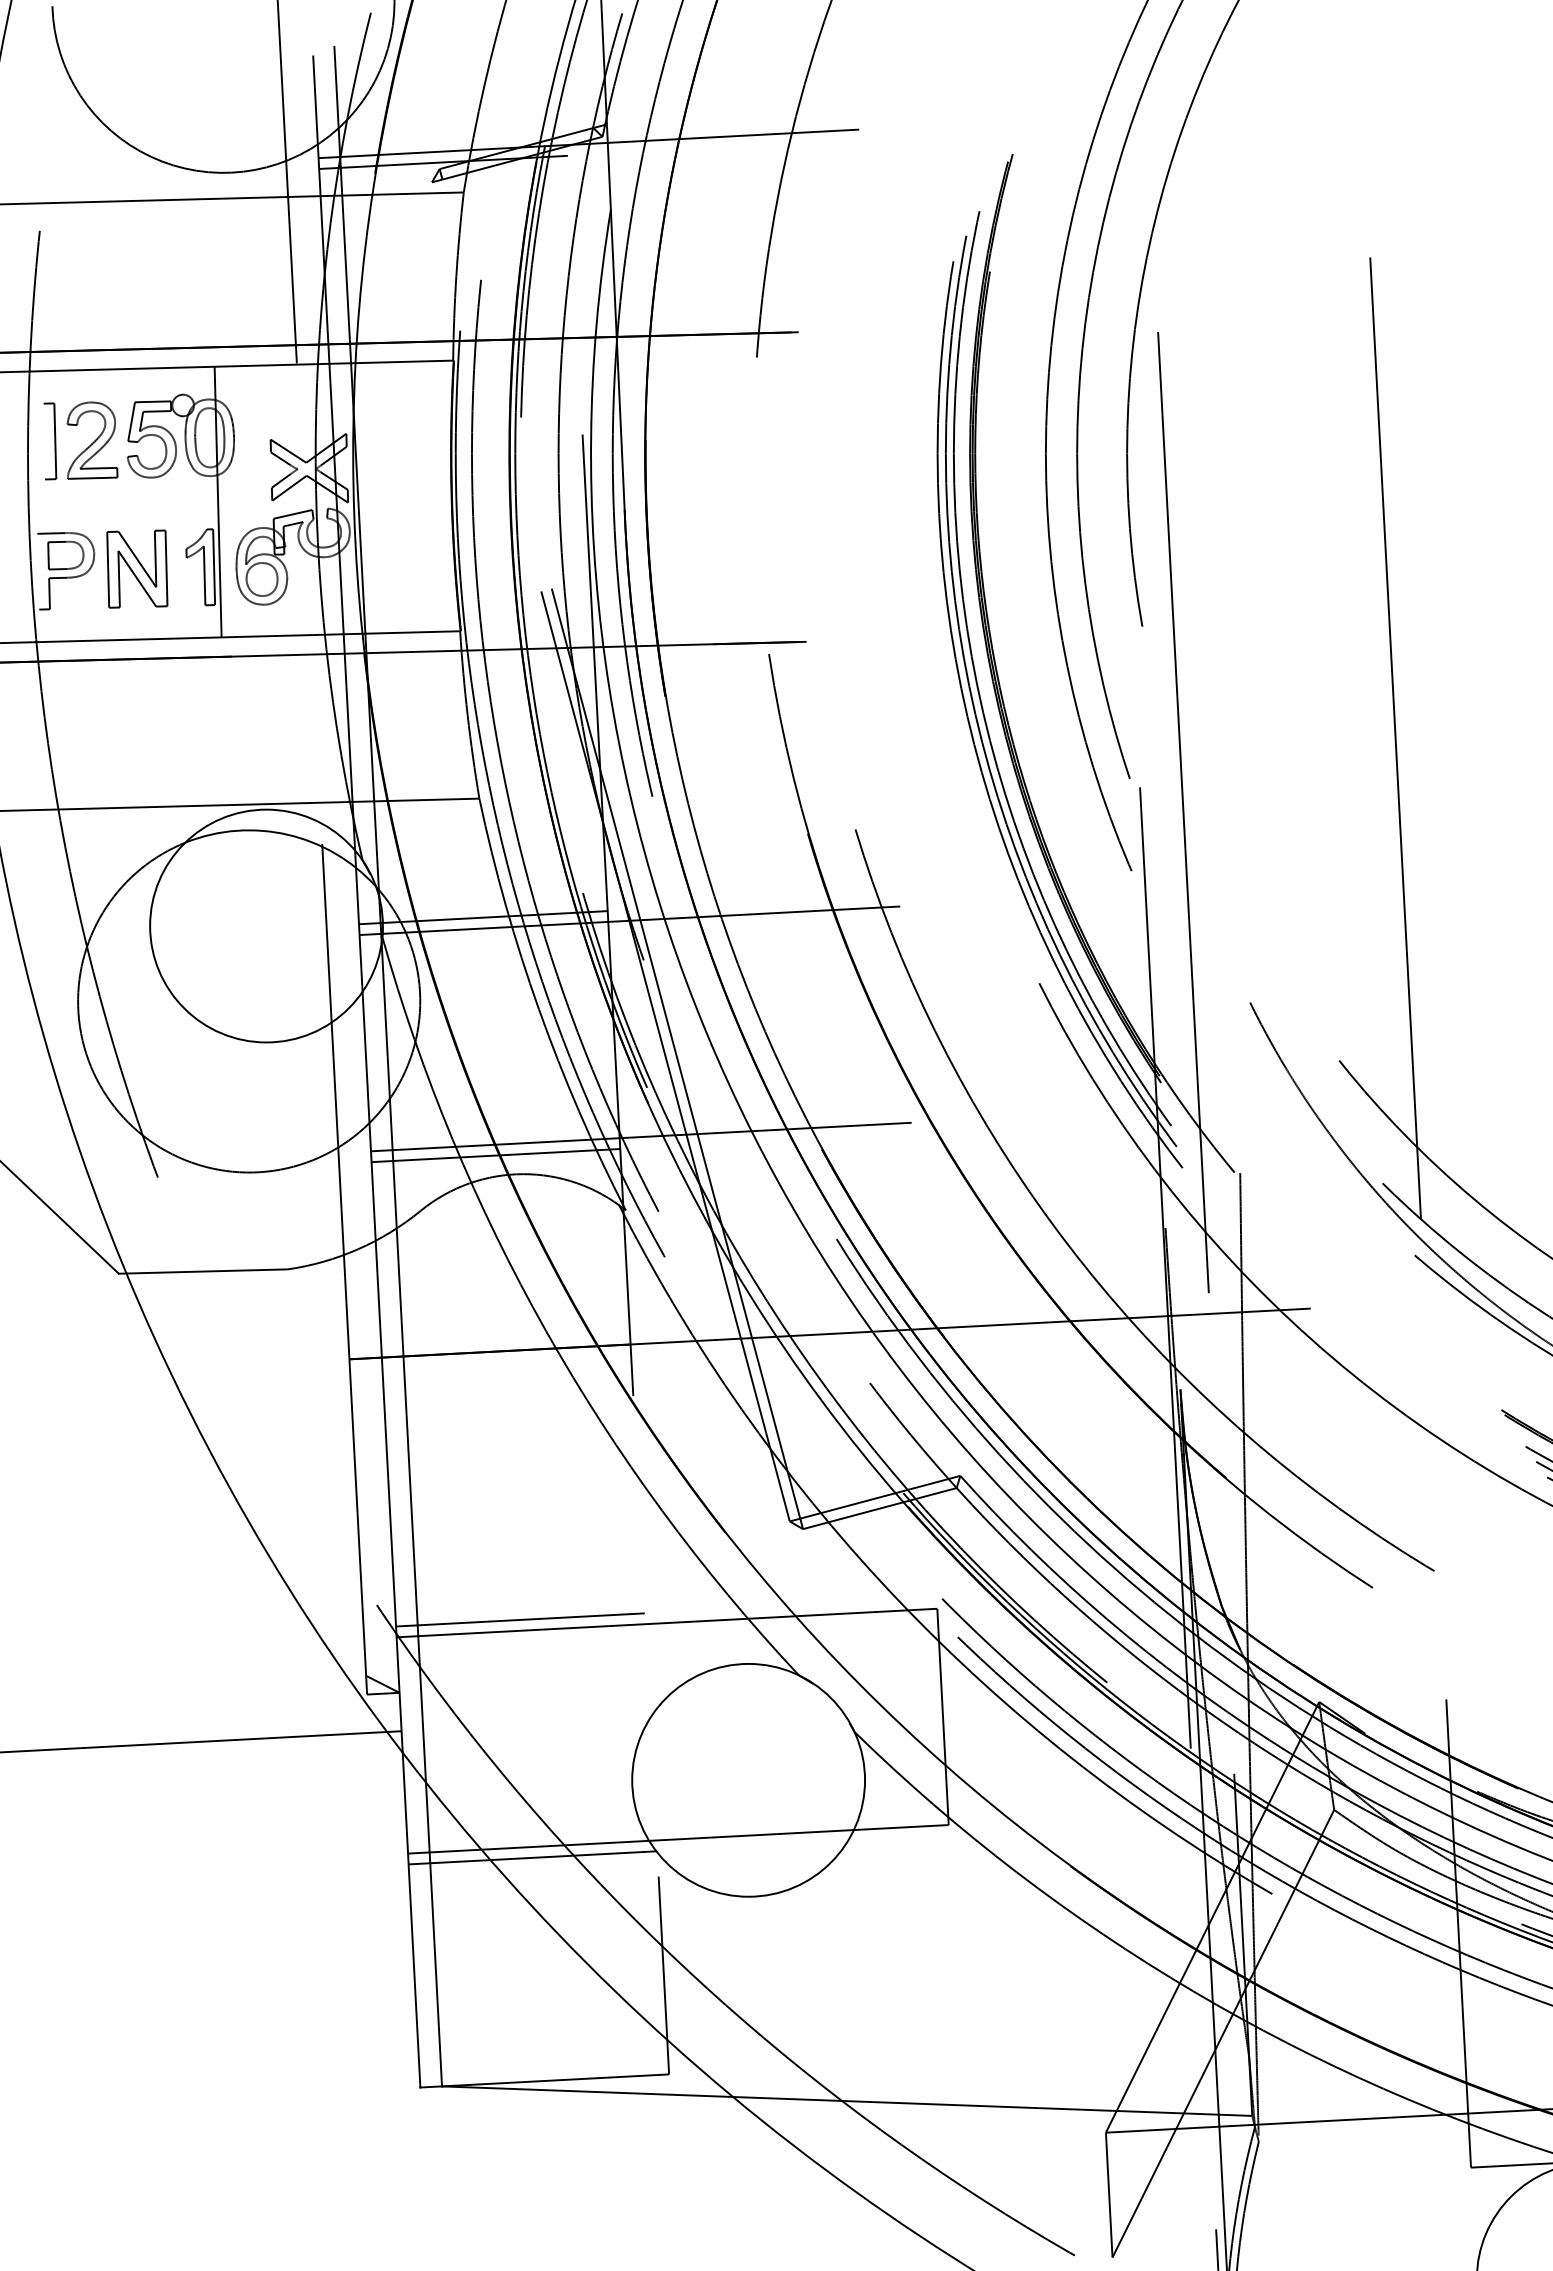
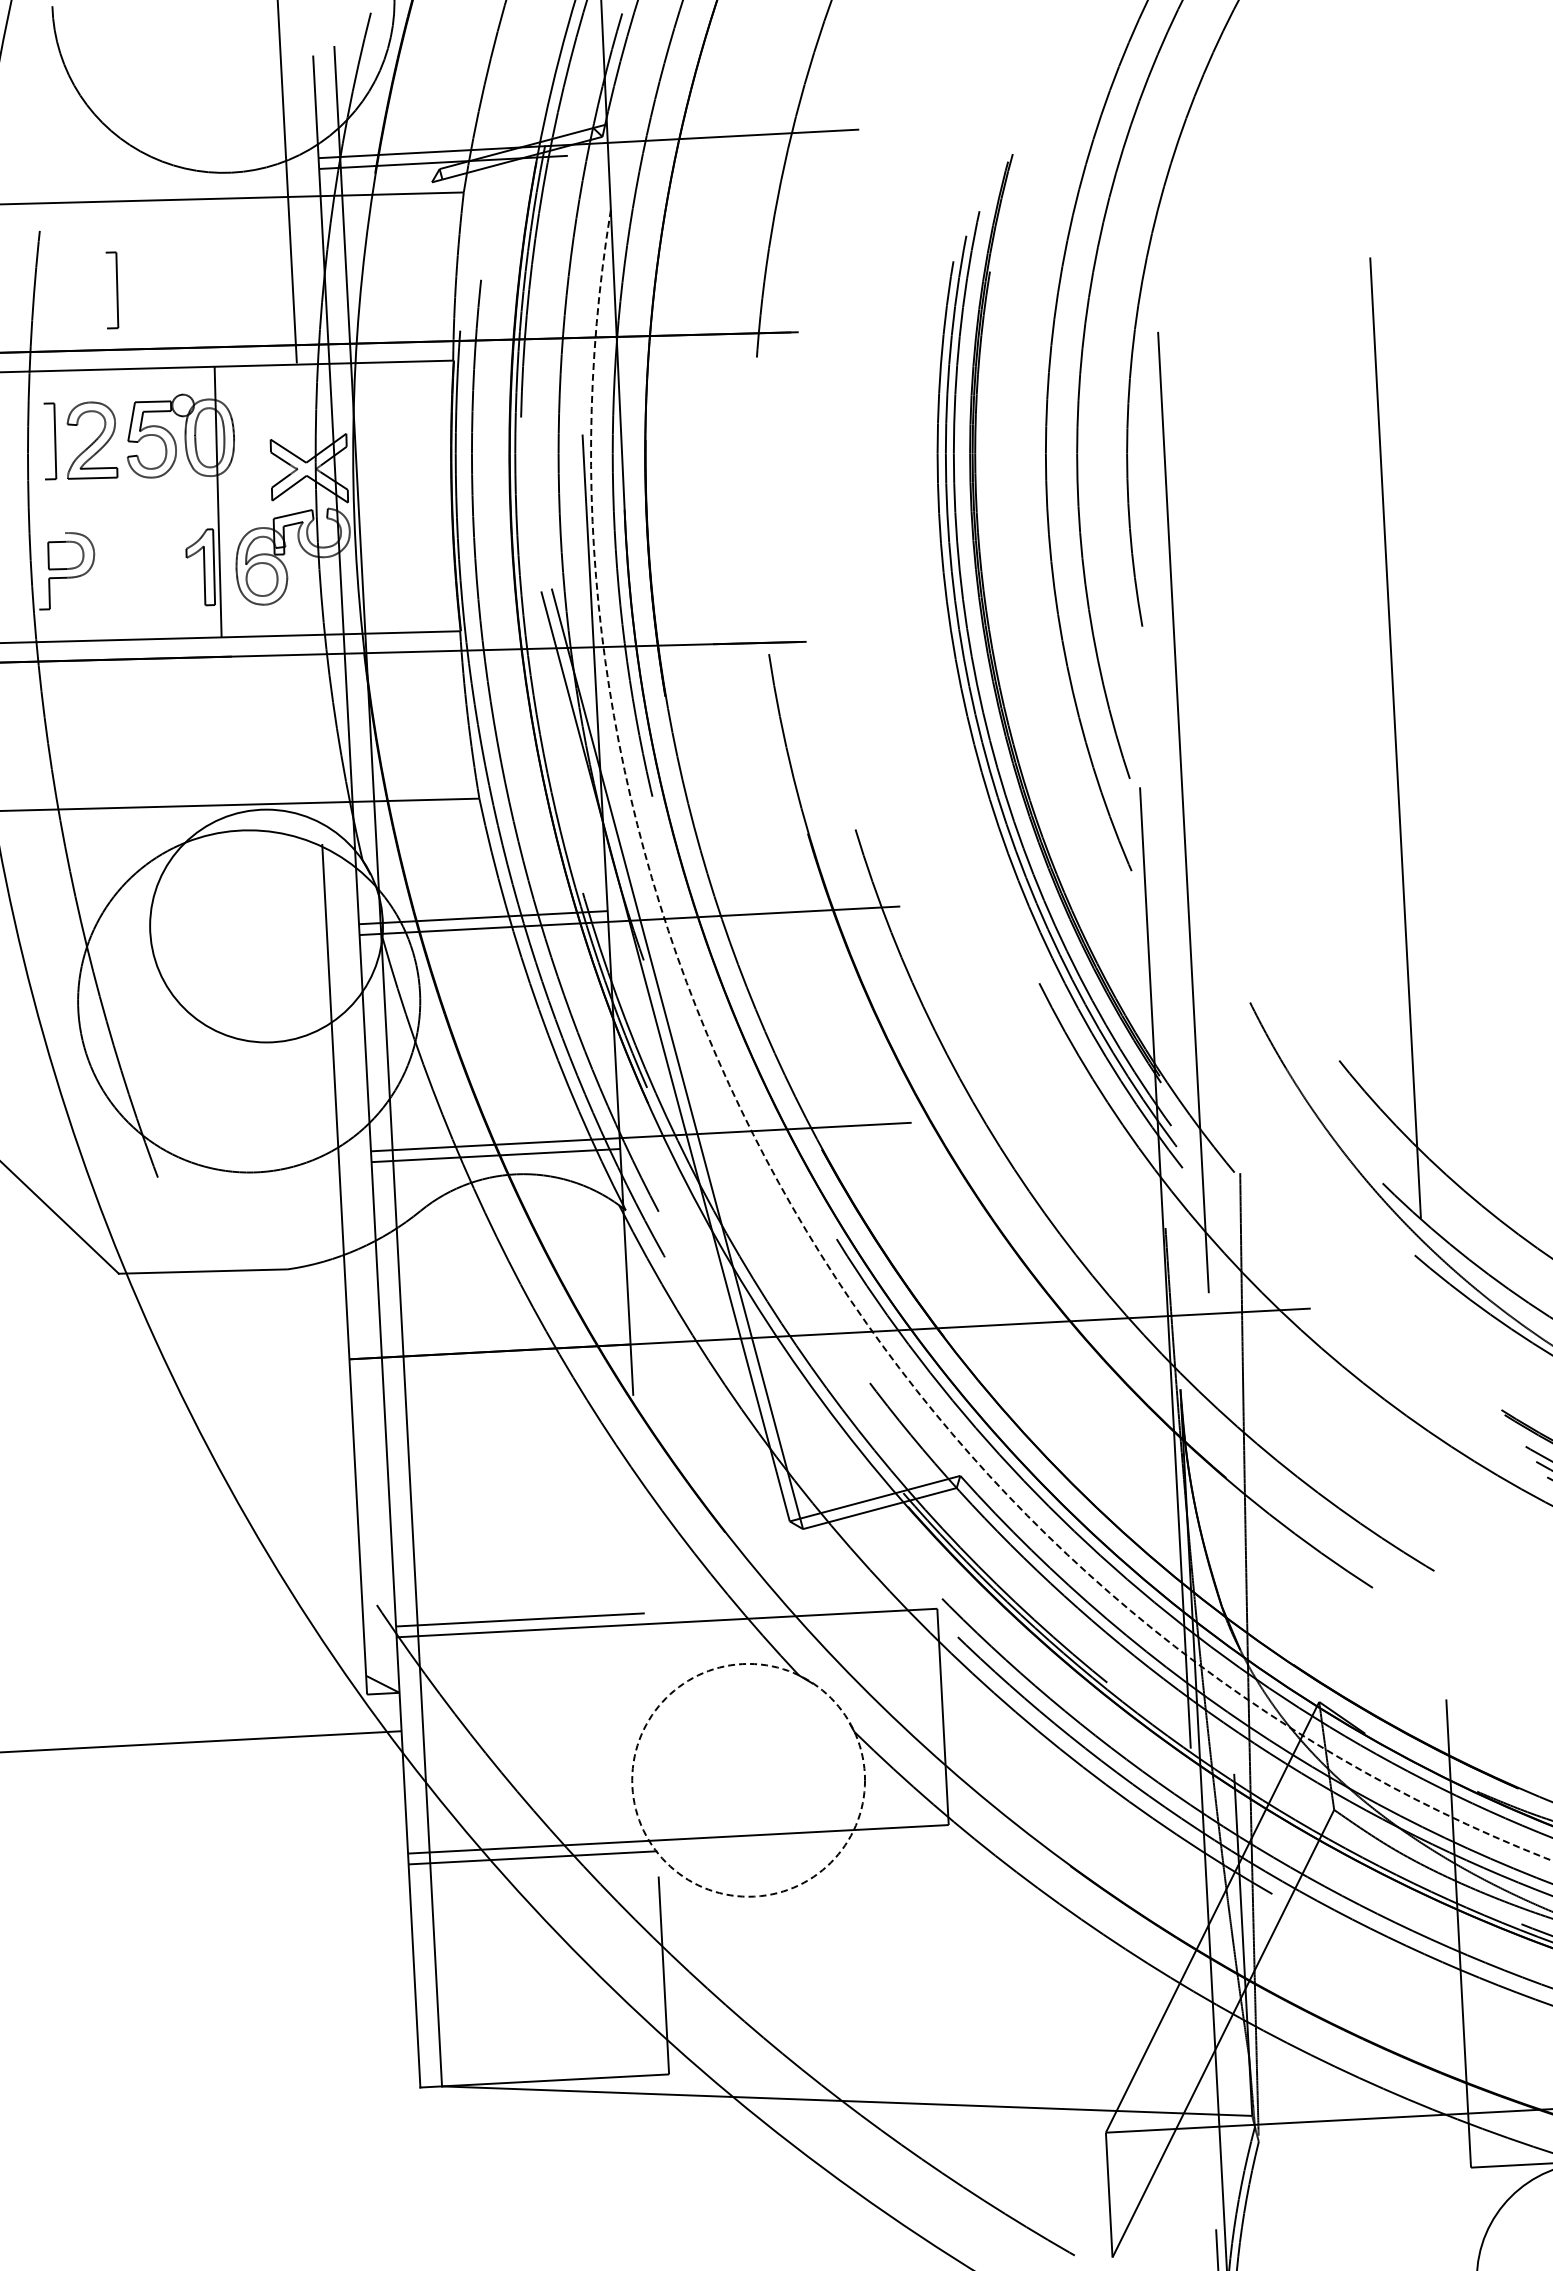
part at (112, 290): none -> present
line at (51, 533): present -> none
part at (137, 568): present -> none
arc at (790, 1202): solid -> dashed
circle at (748, 1779): solid -> dashed
